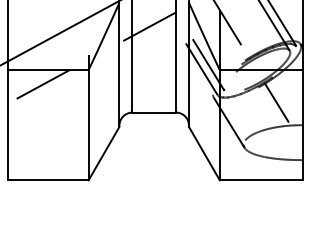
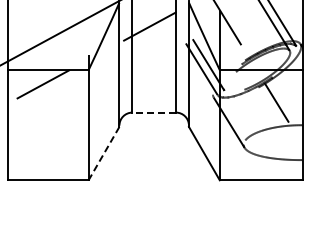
line at (154, 112): solid -> dashed
line at (104, 153): solid -> dashed
